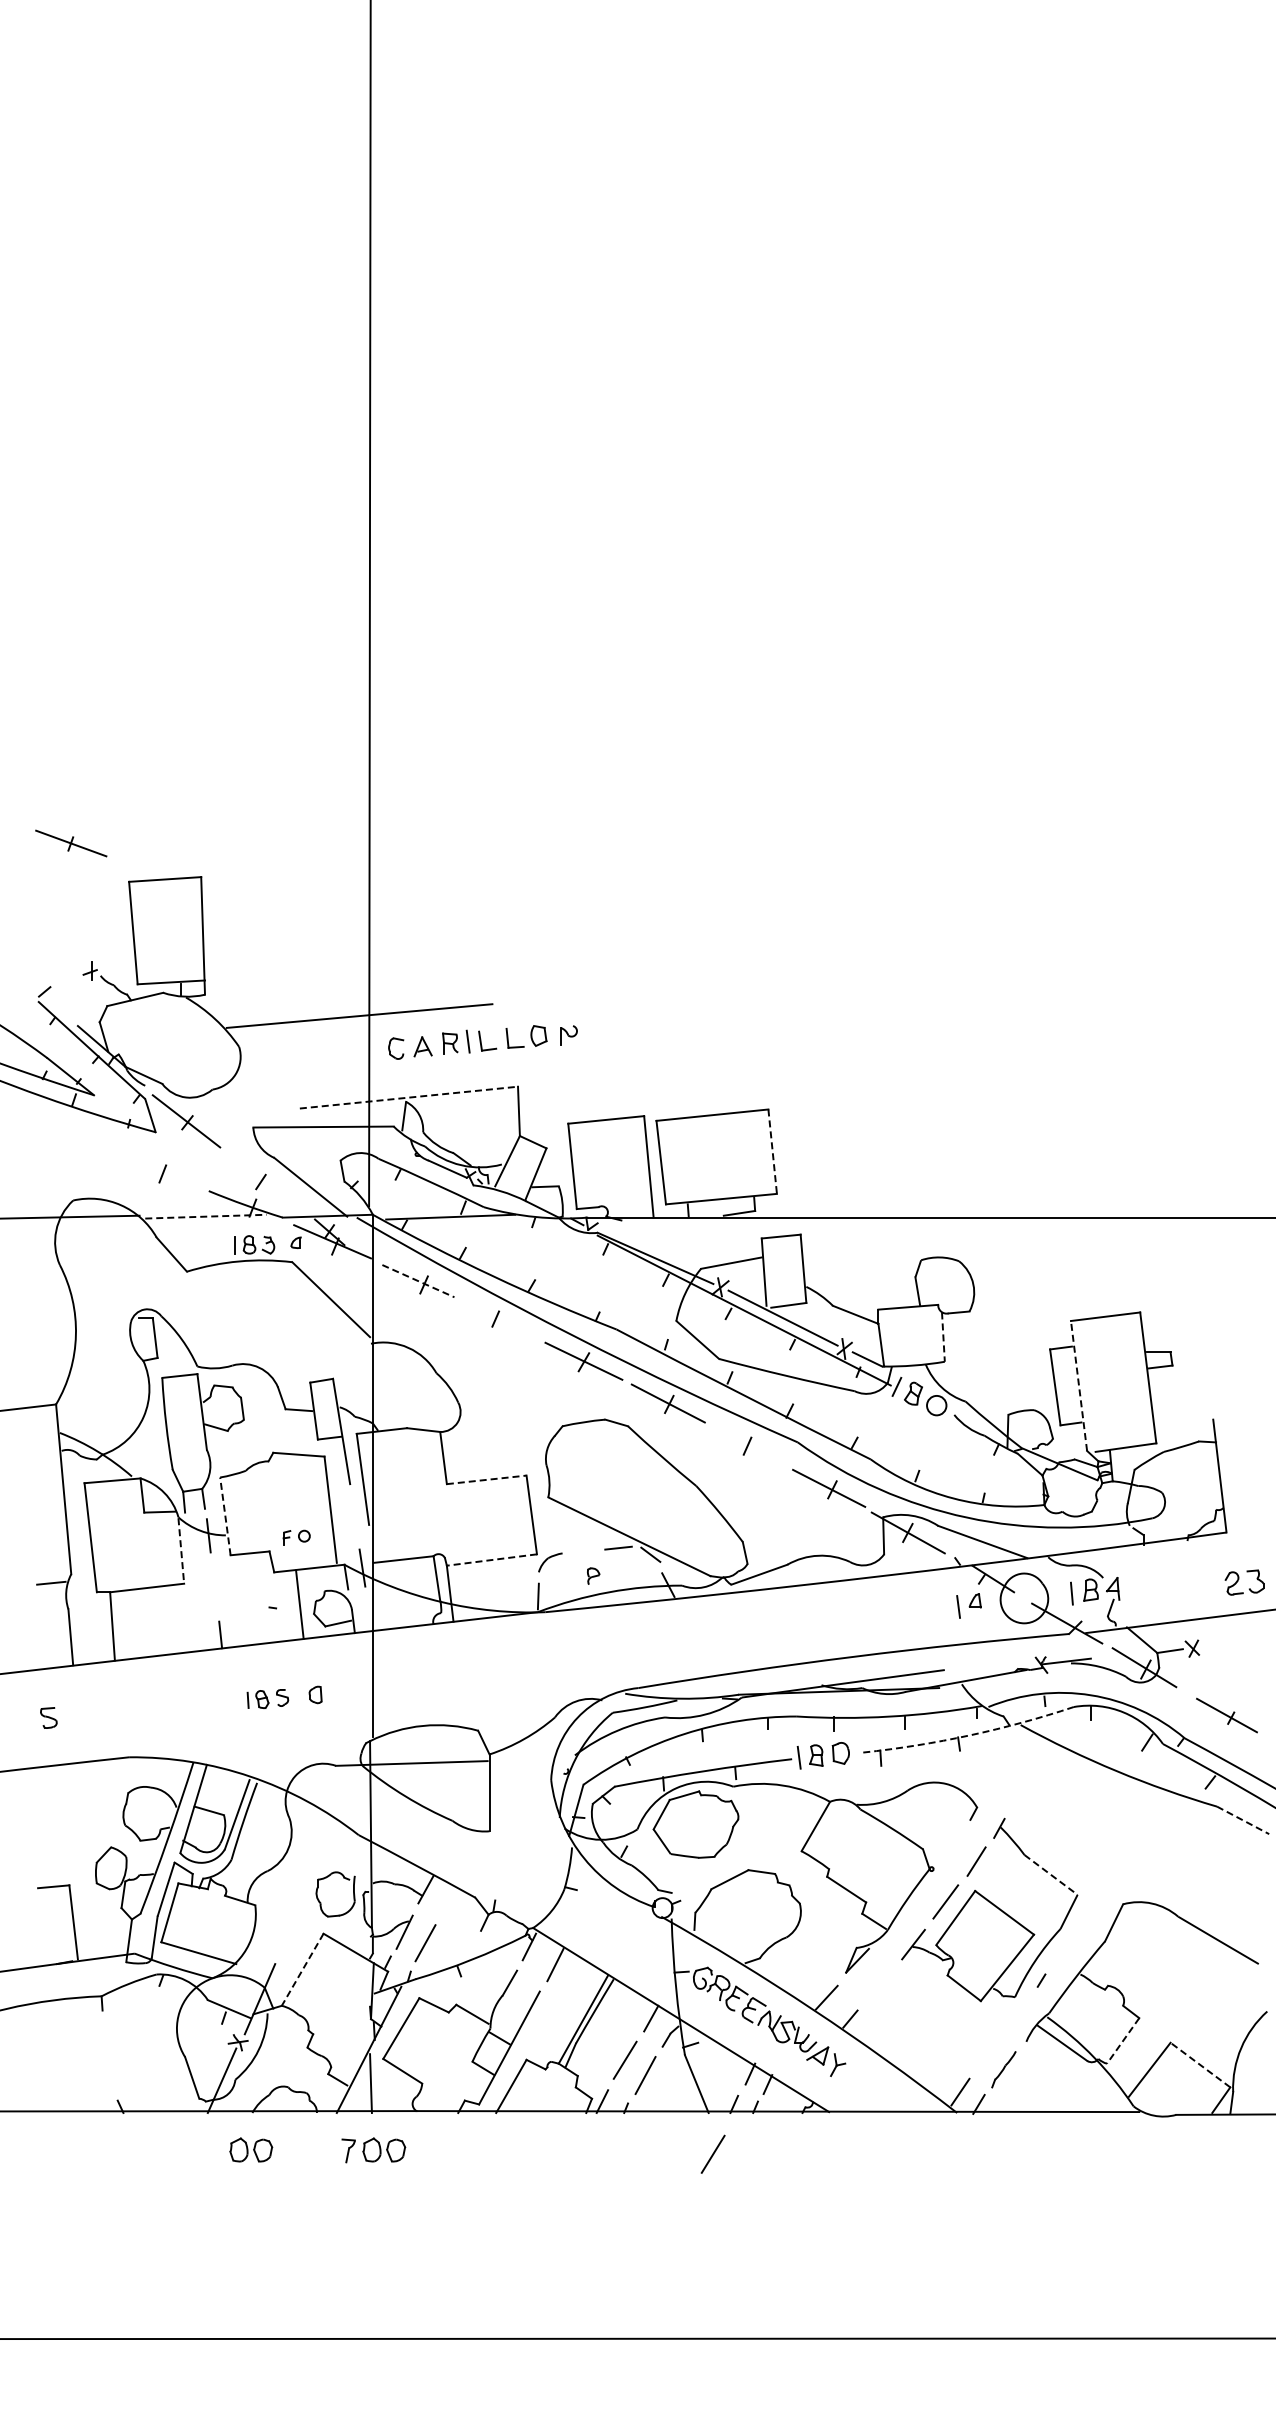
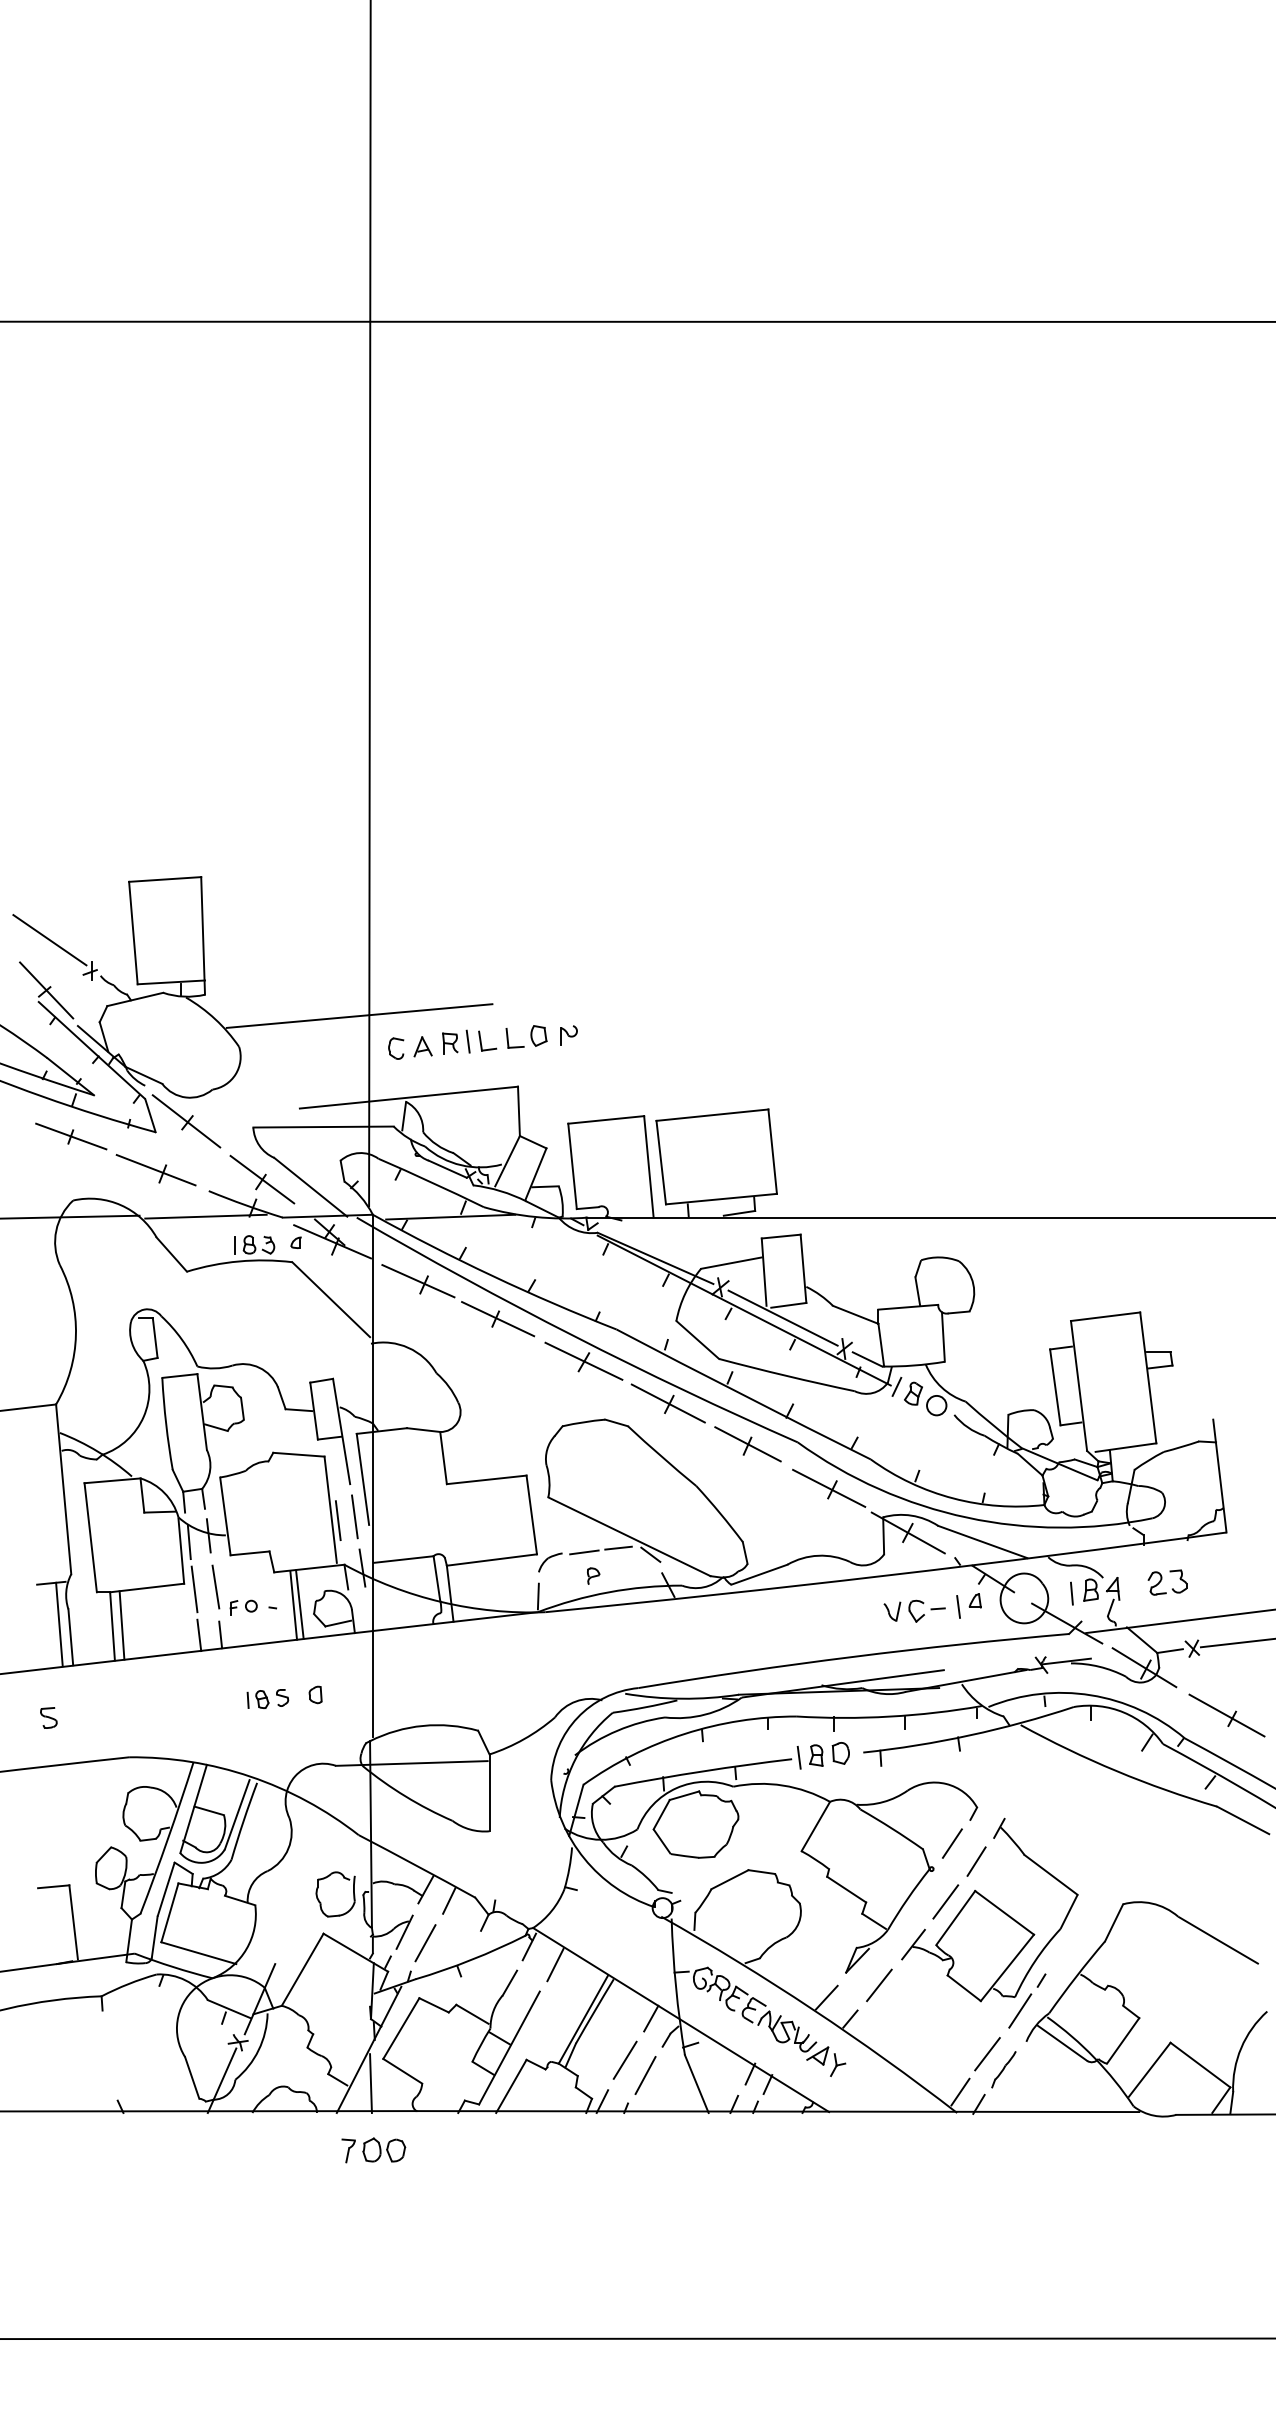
line at (637, 321): none -> present
part at (71, 843) position: (71, 843) -> (71, 1136)
line at (49, 940): none -> present
line at (46, 990): none -> present
line at (408, 1097): dashed -> solid
line at (772, 1152): dashed -> solid
line at (155, 1170): none -> present
line at (262, 1179): none -> present
line at (205, 1216): dashed -> solid
line at (418, 1281): dashed -> solid
line at (498, 1319): none -> present
line at (943, 1337): dashed -> solid
line at (1078, 1385): dashed -> solid
line at (747, 1444): none -> present
line at (487, 1479): dashed -> solid
line at (225, 1515): dashed -> solid
line at (354, 1516): none -> present
line at (337, 1520): none -> present
part at (296, 1537) position: (296, 1537) -> (243, 1607)
line at (188, 1542): none -> present
line at (181, 1551): dashed -> solid
line at (584, 1552): none -> present
line at (491, 1560): dashed -> solid
part at (1244, 1582) position: (1244, 1582) -> (1167, 1582)
line at (215, 1586): none -> present
line at (194, 1589): none -> present
line at (293, 1605): none -> present
part at (914, 1610): none -> present
line at (59, 1624): none -> present
line at (121, 1625): none -> present
line at (199, 1635): none -> present
line at (1236, 1643): none -> present
part at (1226, 1715) size: 62x37 px -> 78x45 px
arc at (969, 1735): dashed -> solid
line at (1243, 1820): dashed -> solid
line at (951, 1843): none -> present
line at (1051, 1875): dashed -> solid
line at (449, 1900): none -> present
line at (302, 1969): dashed -> solid
line at (879, 1985): none -> present
line at (1020, 2010): none -> present
line at (1123, 2040): dashed -> solid
line at (987, 2054): none -> present
line at (1200, 2064): dashed -> solid
part at (251, 2149): present -> none
line at (712, 2153): present -> none
